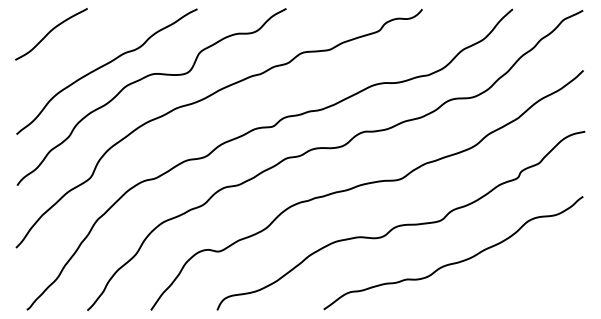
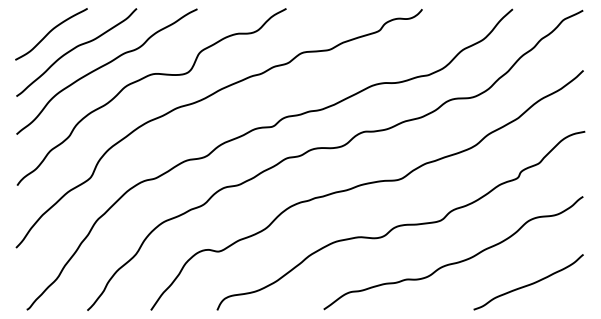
curve at (74, 49): none -> present
curve at (528, 284): none -> present
